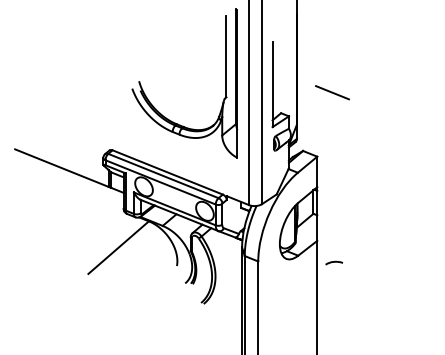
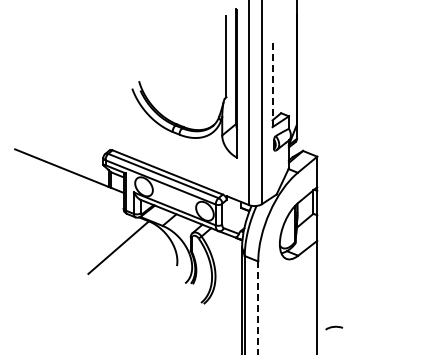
line at (272, 84): solid -> dashed
line at (332, 92): present -> none
curve at (334, 262) position: (334, 262) -> (334, 327)
line at (258, 308): solid -> dashed
